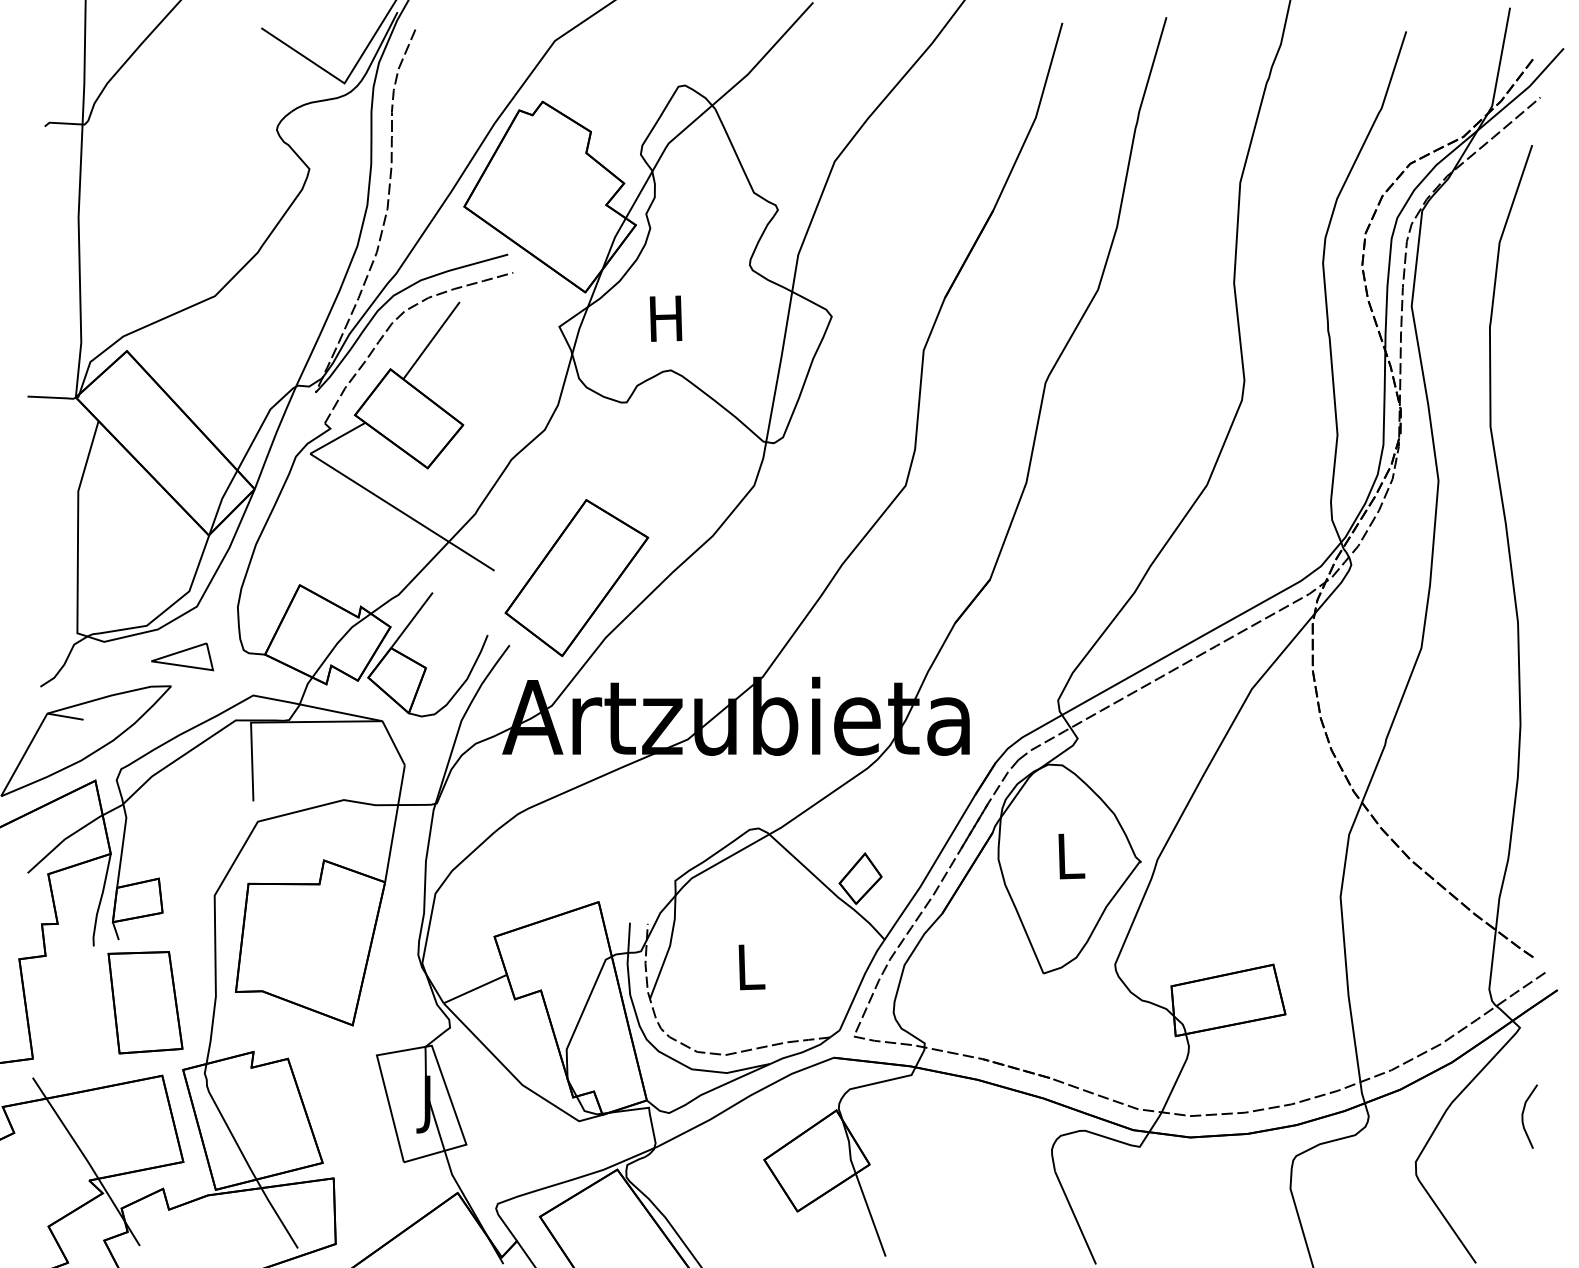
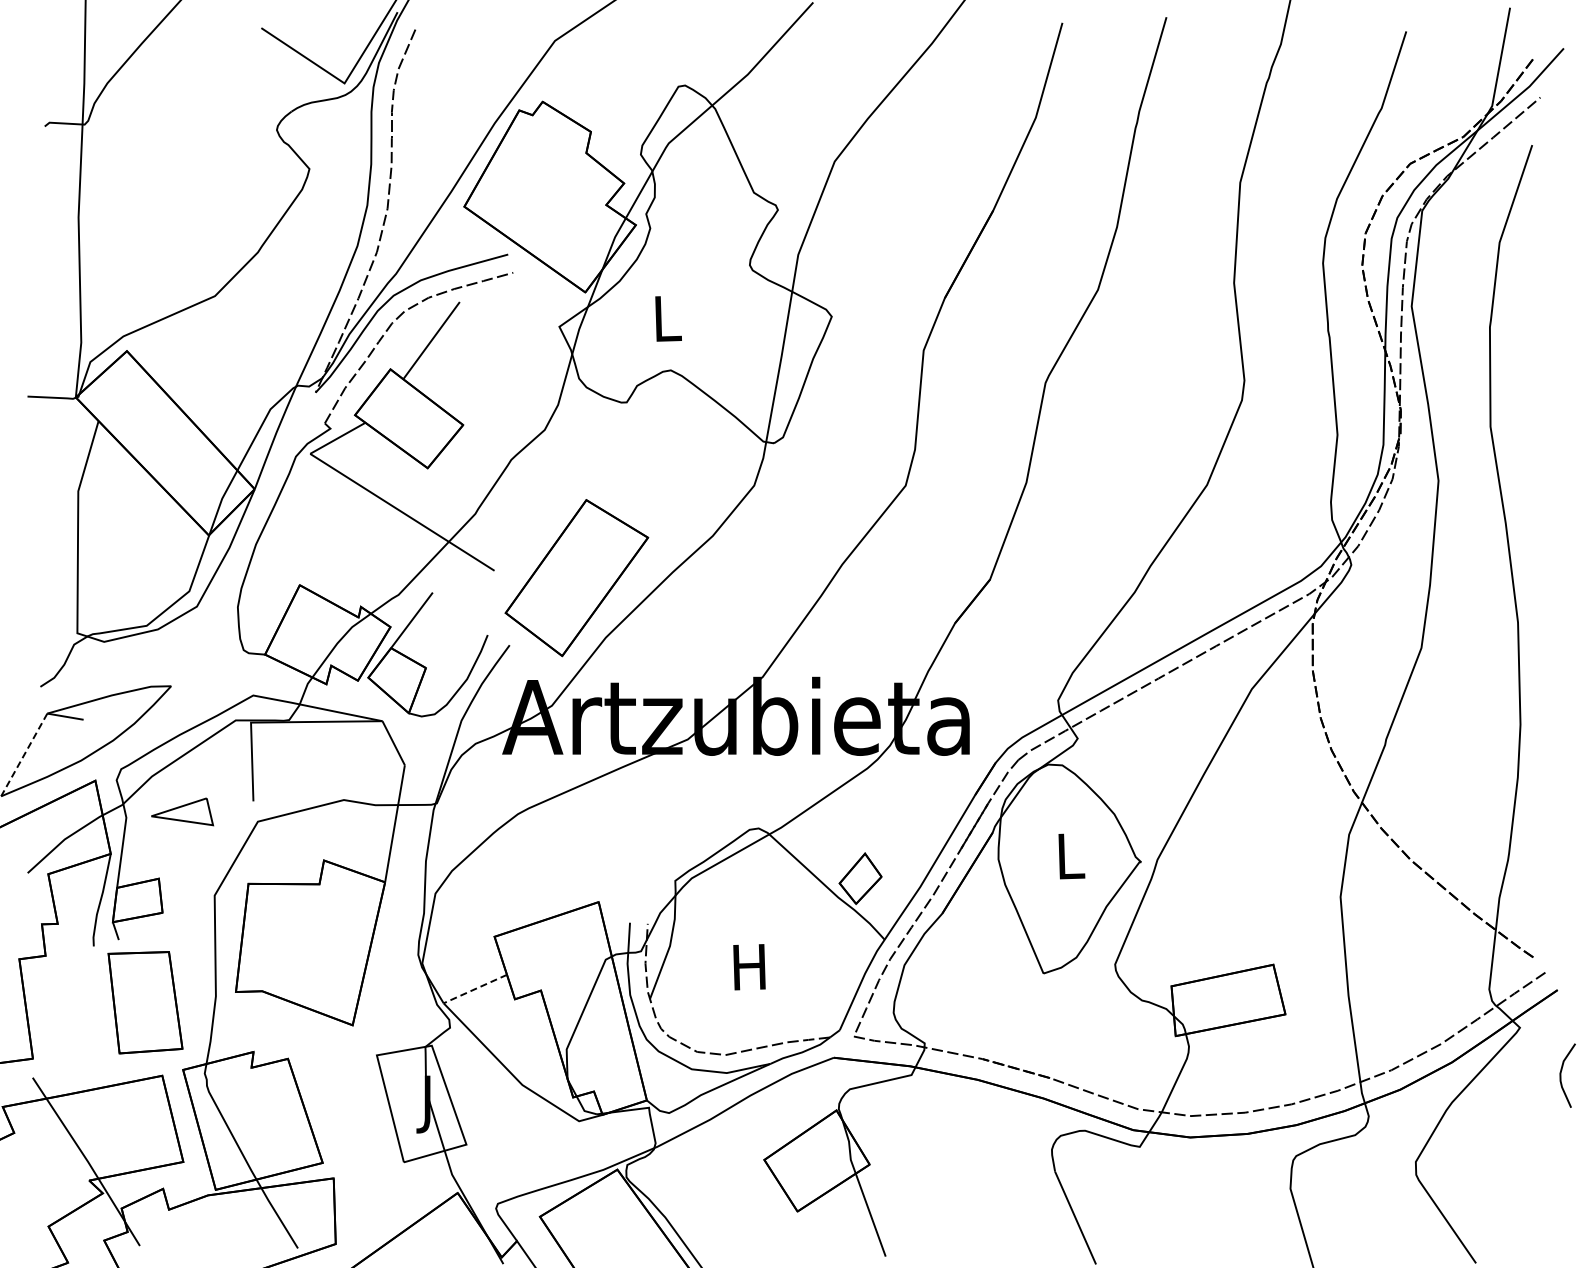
text at (665, 318): H -> L
part at (182, 656) position: (182, 656) -> (182, 811)
line at (24, 755): solid -> dashed
text at (749, 967): L -> H
line at (475, 989): solid -> dashed
curve at (1523, 1116) position: (1523, 1116) -> (1561, 1075)
